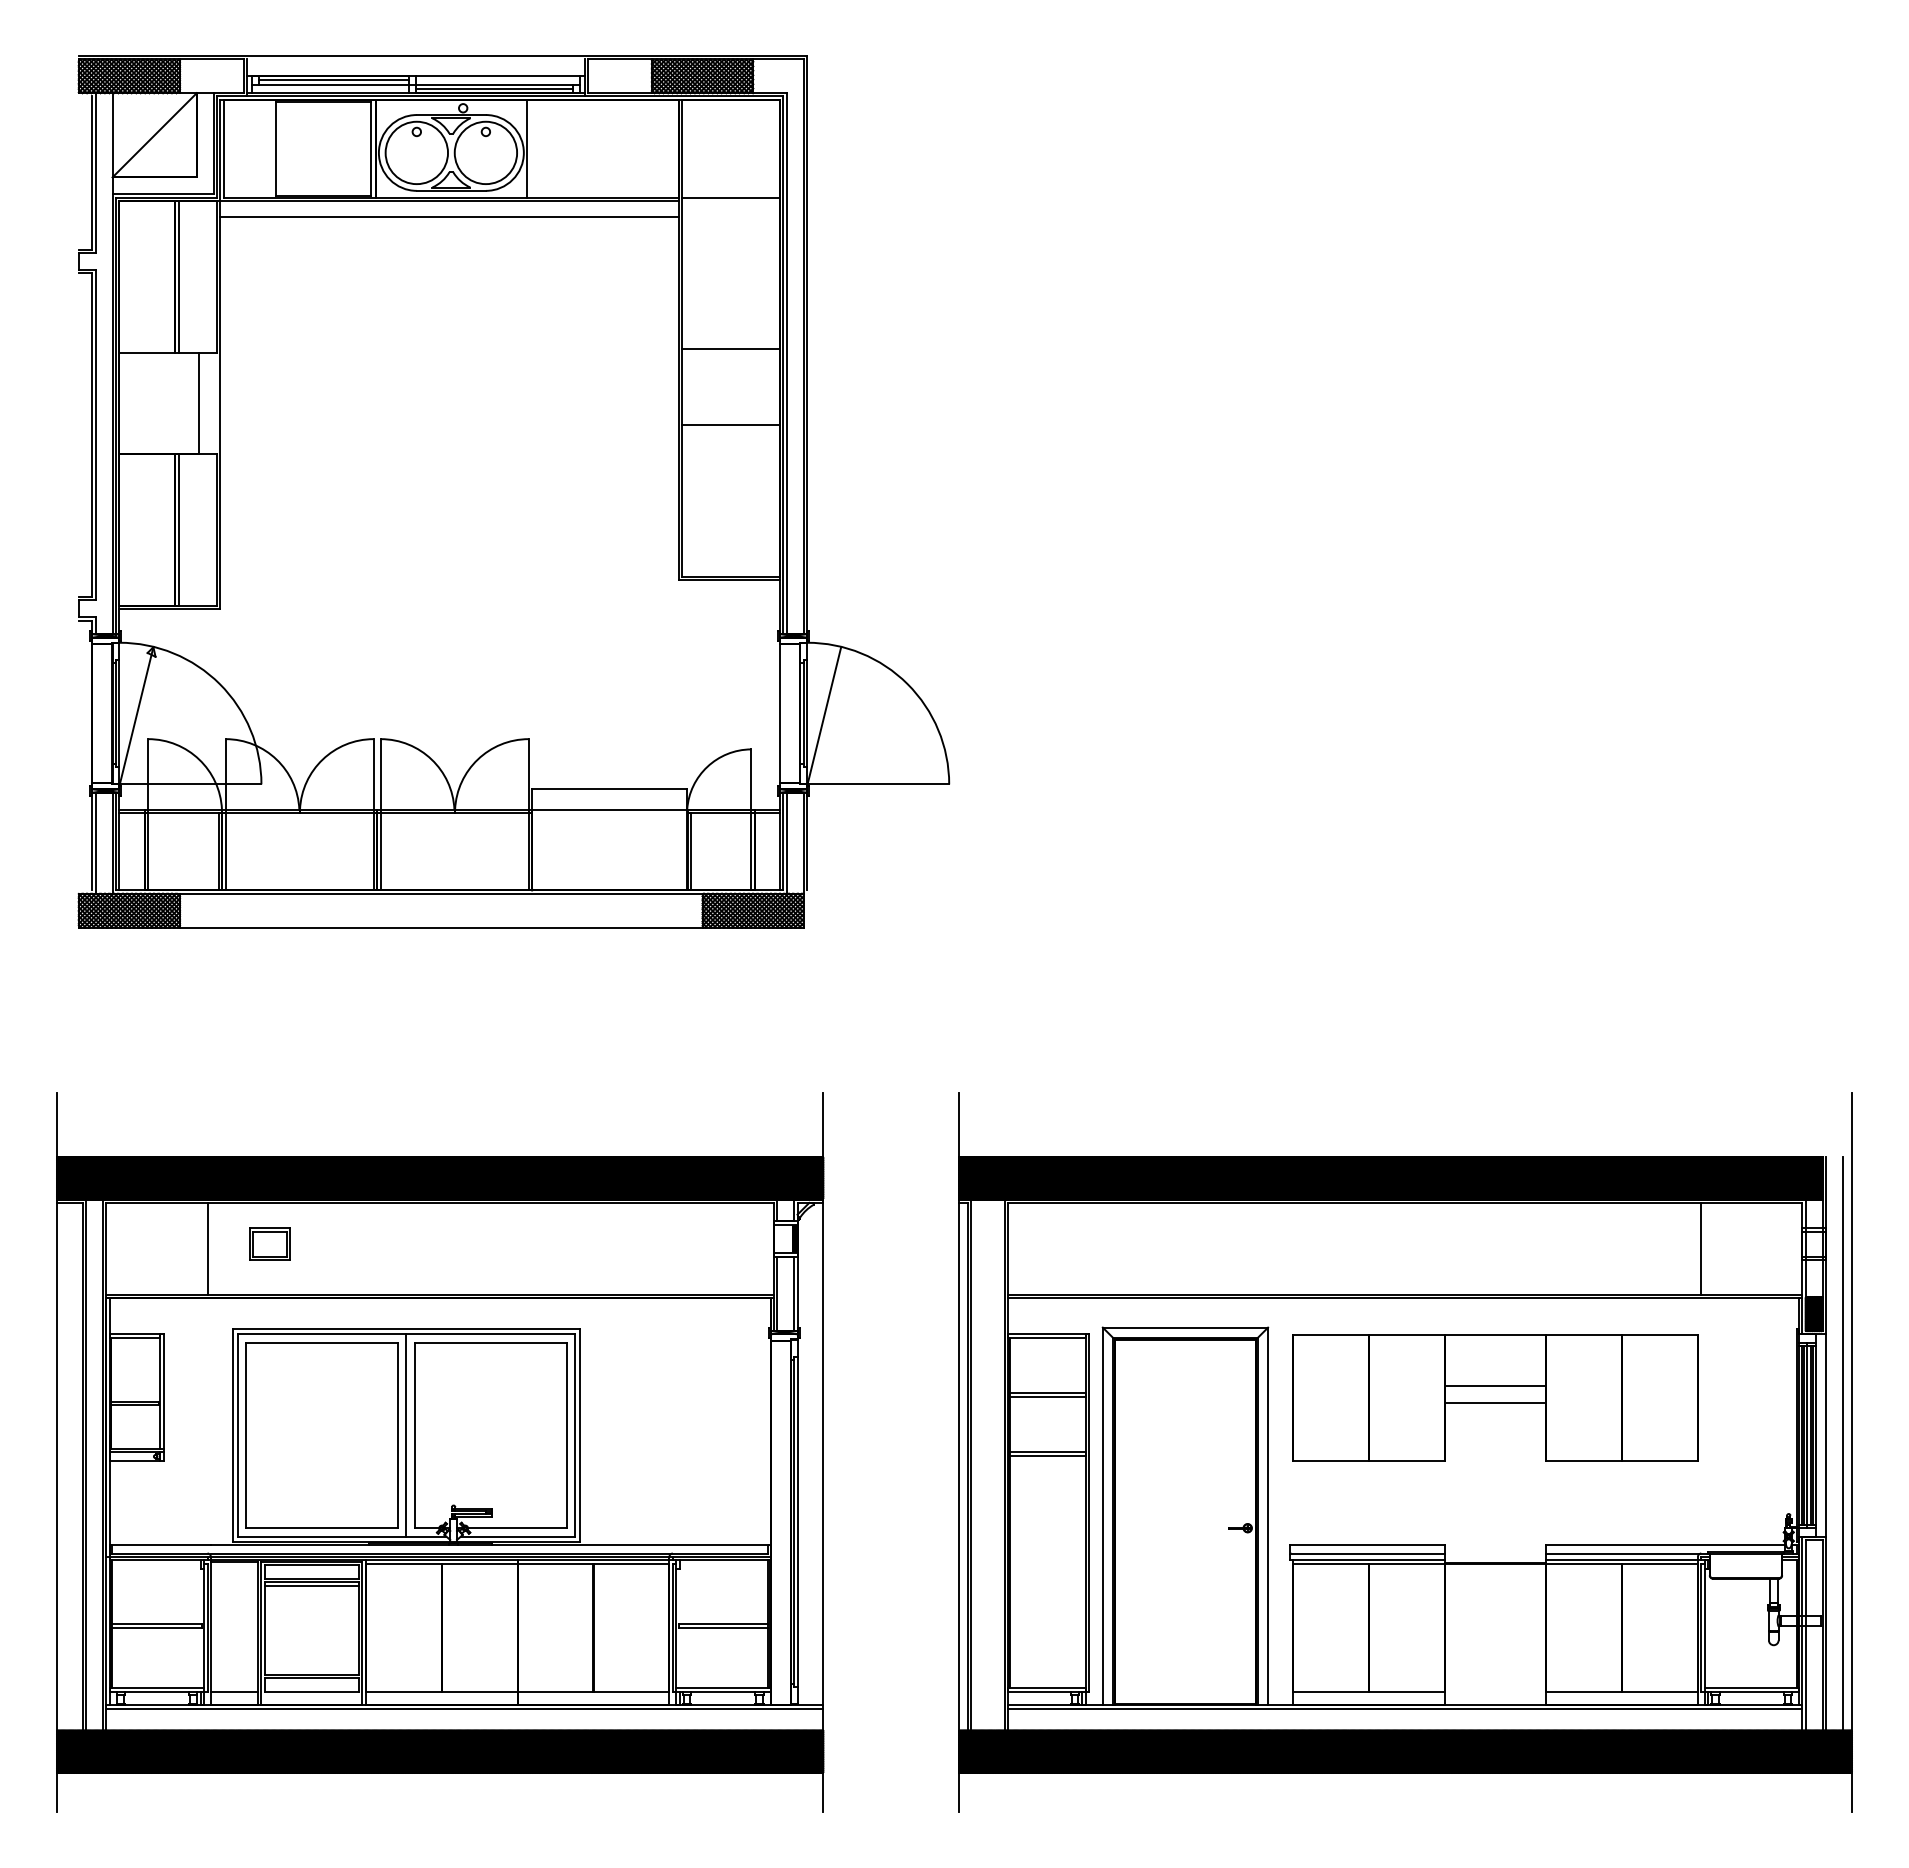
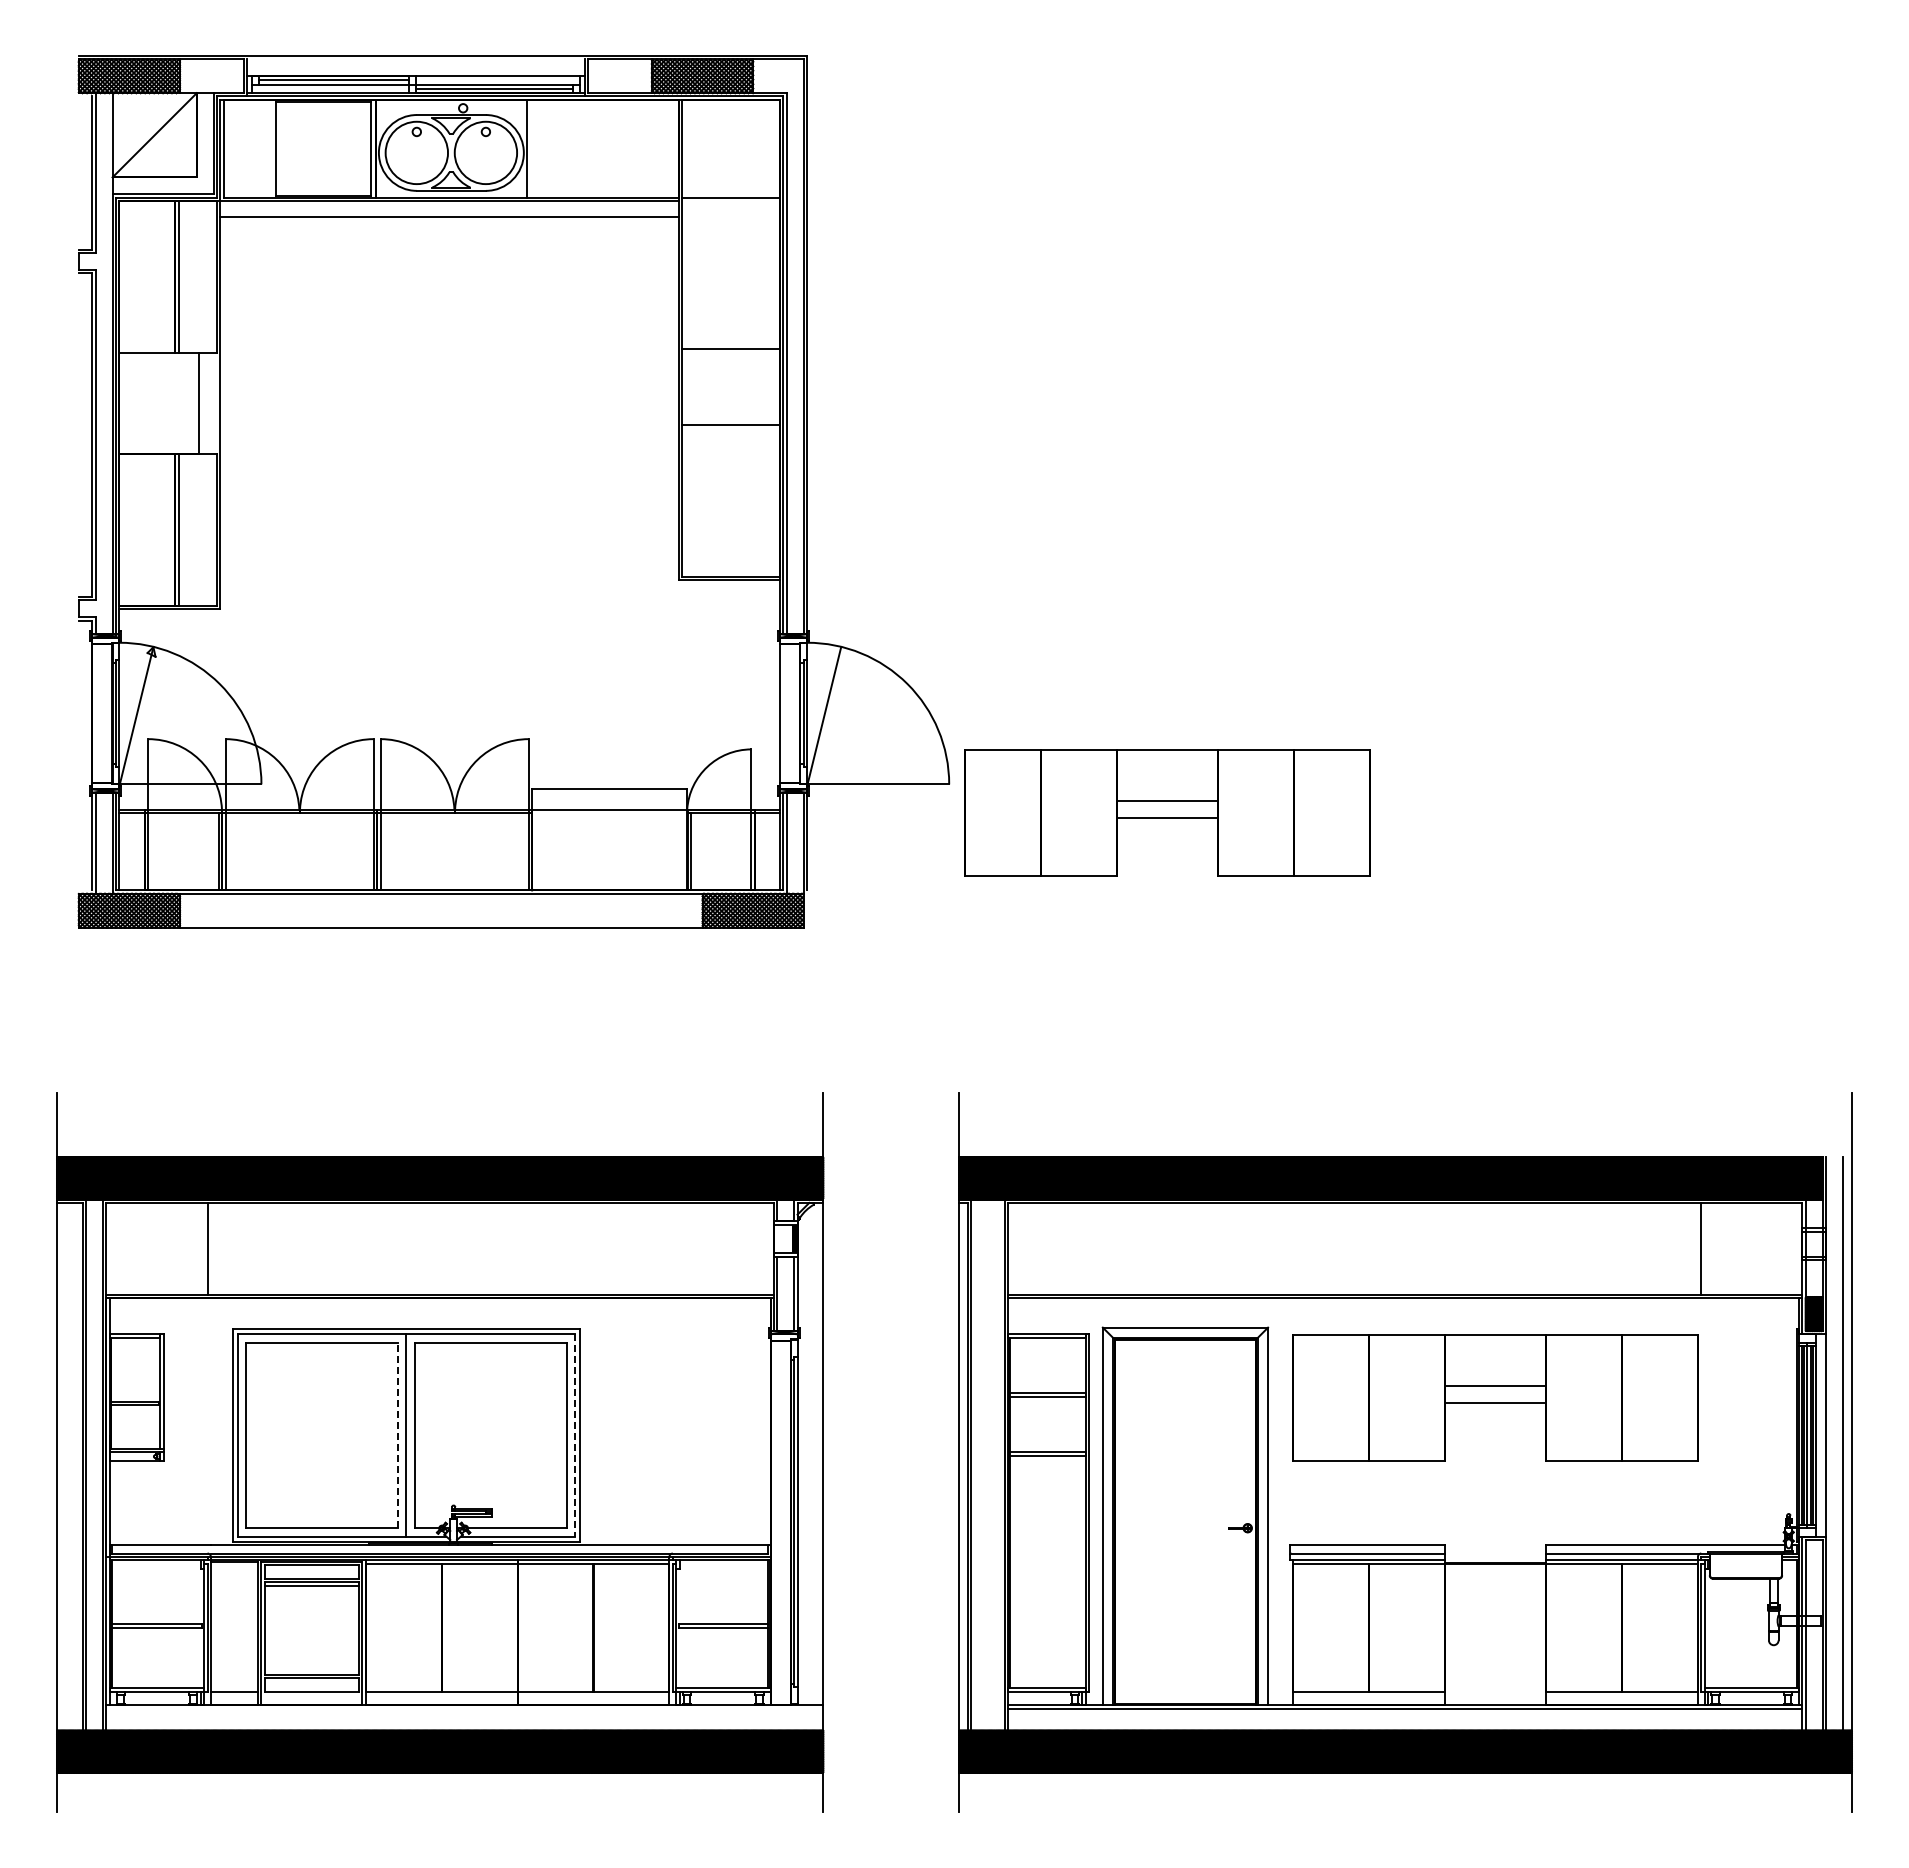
part at (1167, 812): none -> present
part at (269, 1243): present -> none
line at (398, 1435): solid -> dashed
line at (575, 1436): solid -> dashed
line at (464, 1708): present -> none
